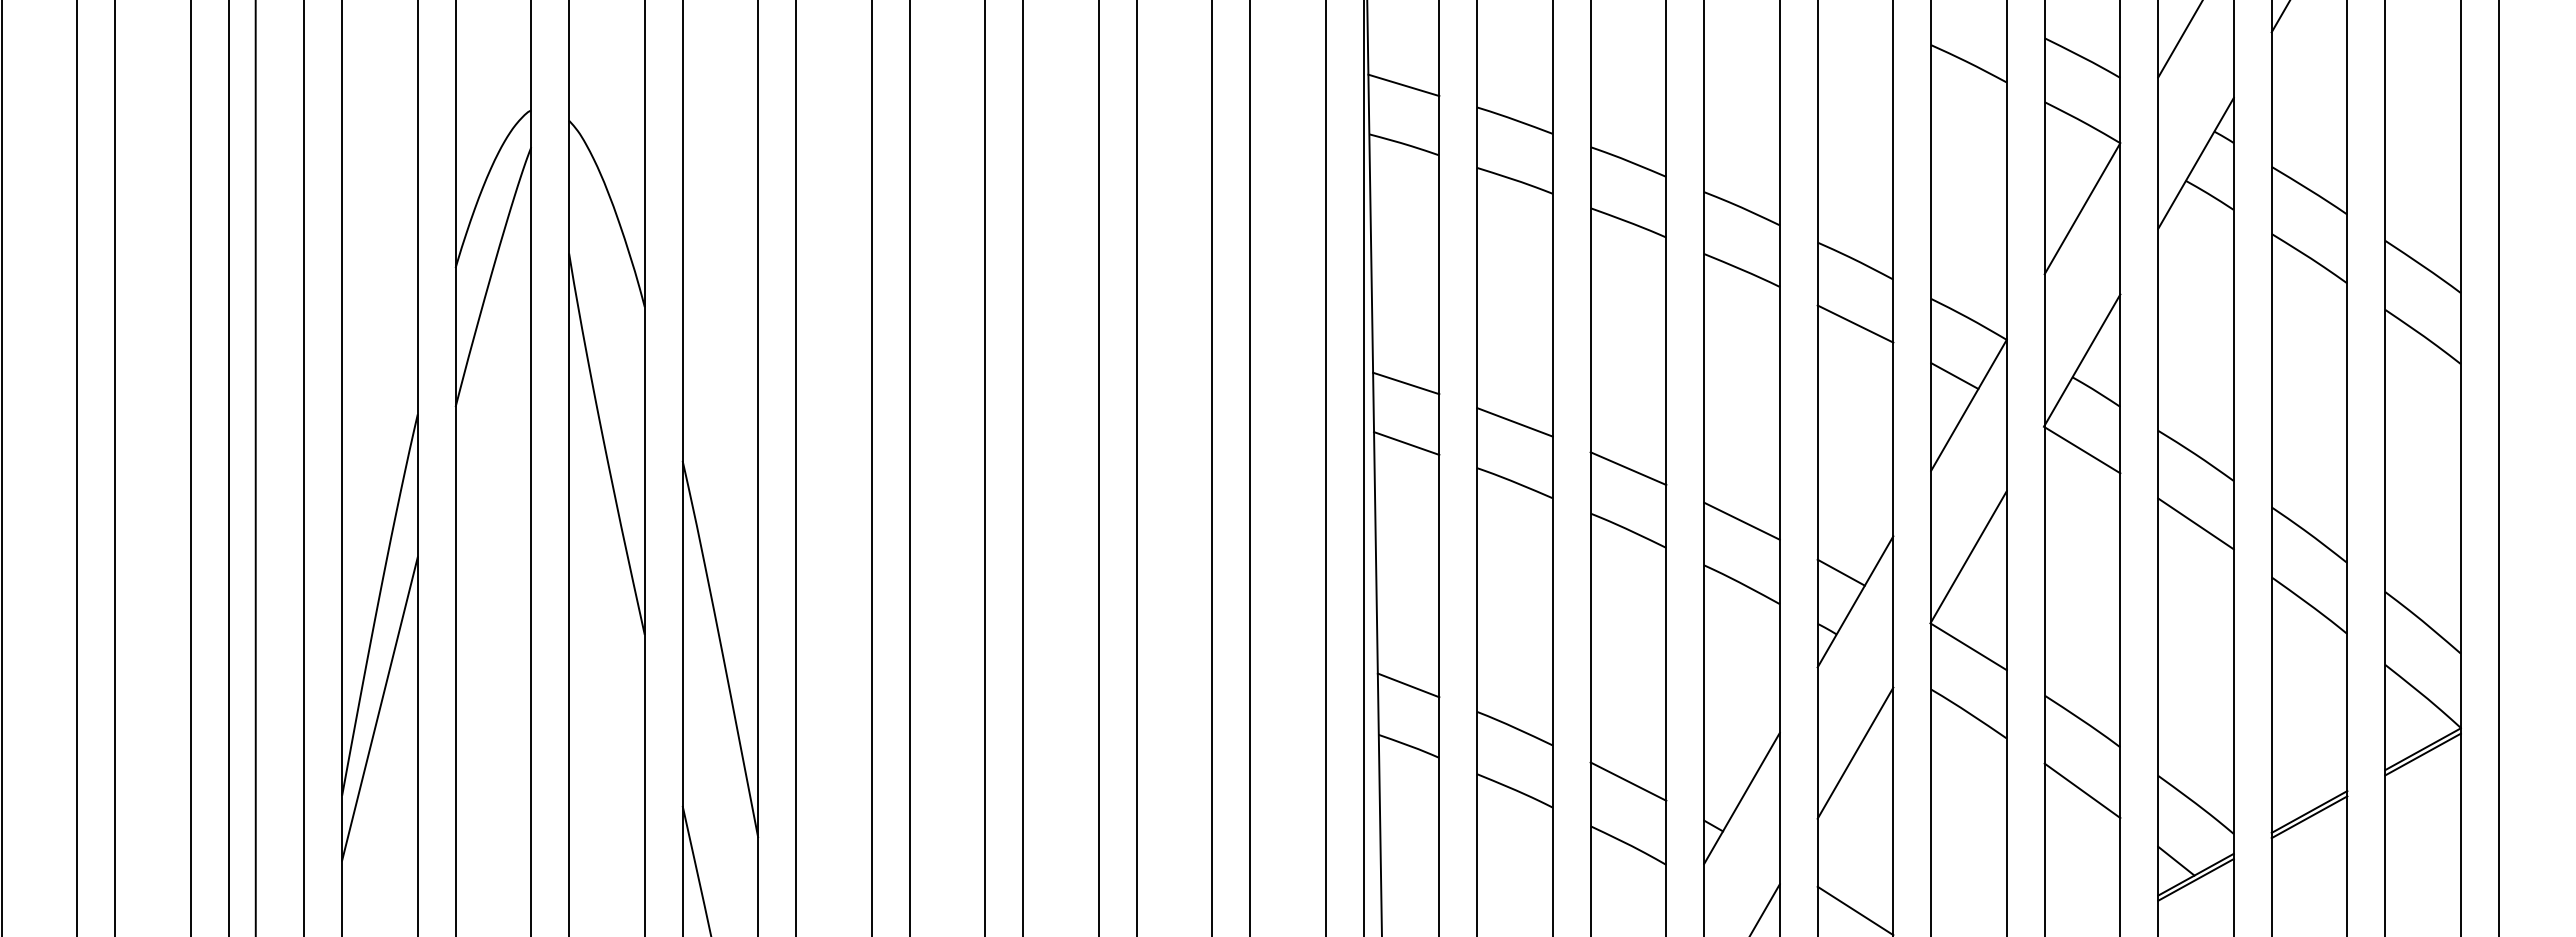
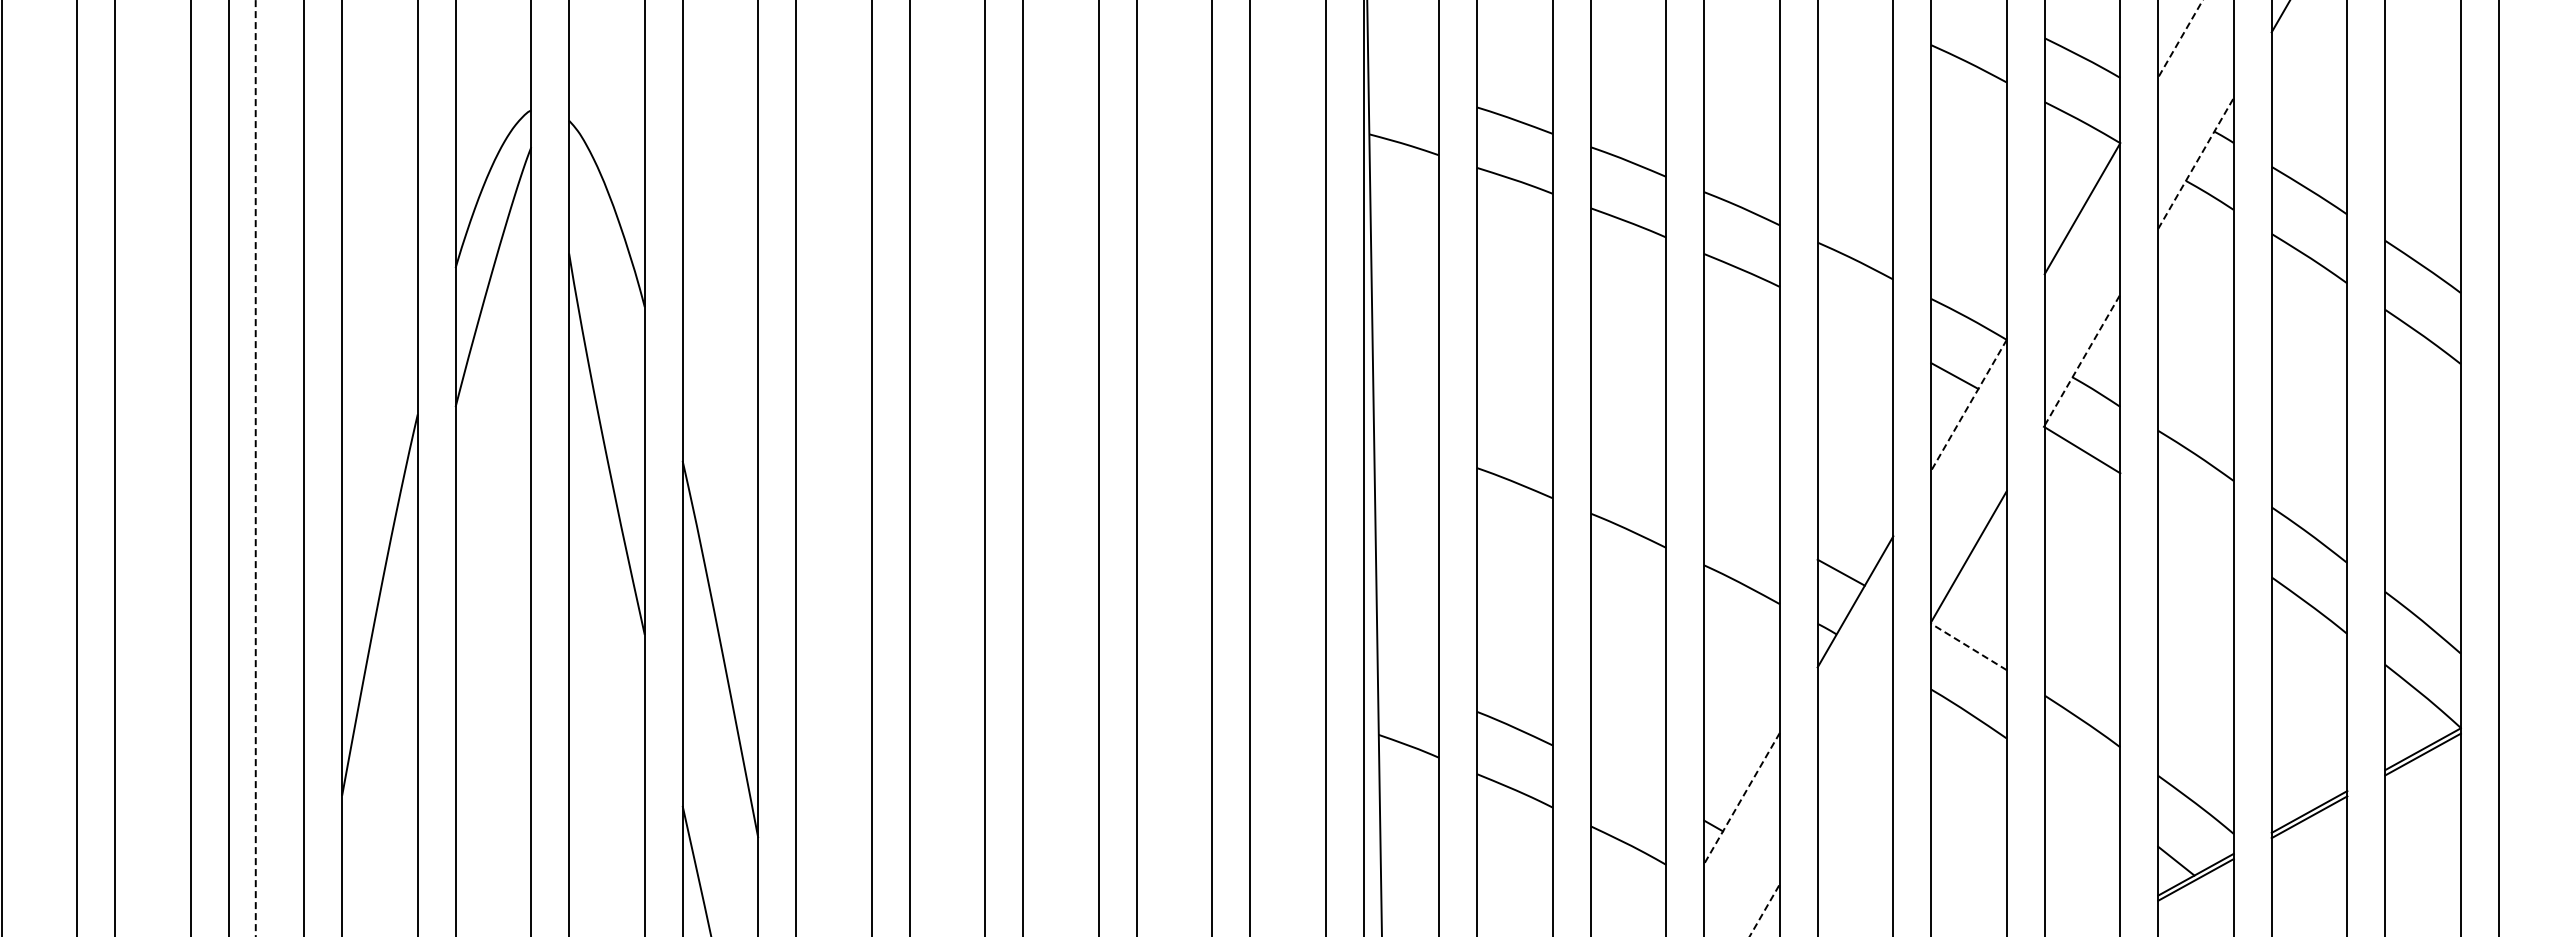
line at (2180, 39): solid -> dashed
line at (1403, 85): present -> none
line at (2196, 163): solid -> dashed
line at (1855, 323): present -> none
line at (2082, 360): solid -> dashed
line at (1406, 383): present -> none
line at (1969, 405): solid -> dashed
line at (1514, 422): present -> none
line at (1406, 443): present -> none
line at (255, 468): solid -> dashed
line at (1628, 468): present -> none
line at (1741, 520): present -> none
line at (2195, 523): present -> none
line at (1968, 646): solid -> dashed
line at (1408, 685): present -> none
line at (379, 708): present -> none
line at (1855, 752): present -> none
line at (1628, 781): present -> none
line at (2082, 790): present -> none
line at (1742, 798): solid -> dashed
line at (1853, 909): present -> none
line at (1764, 910): solid -> dashed
